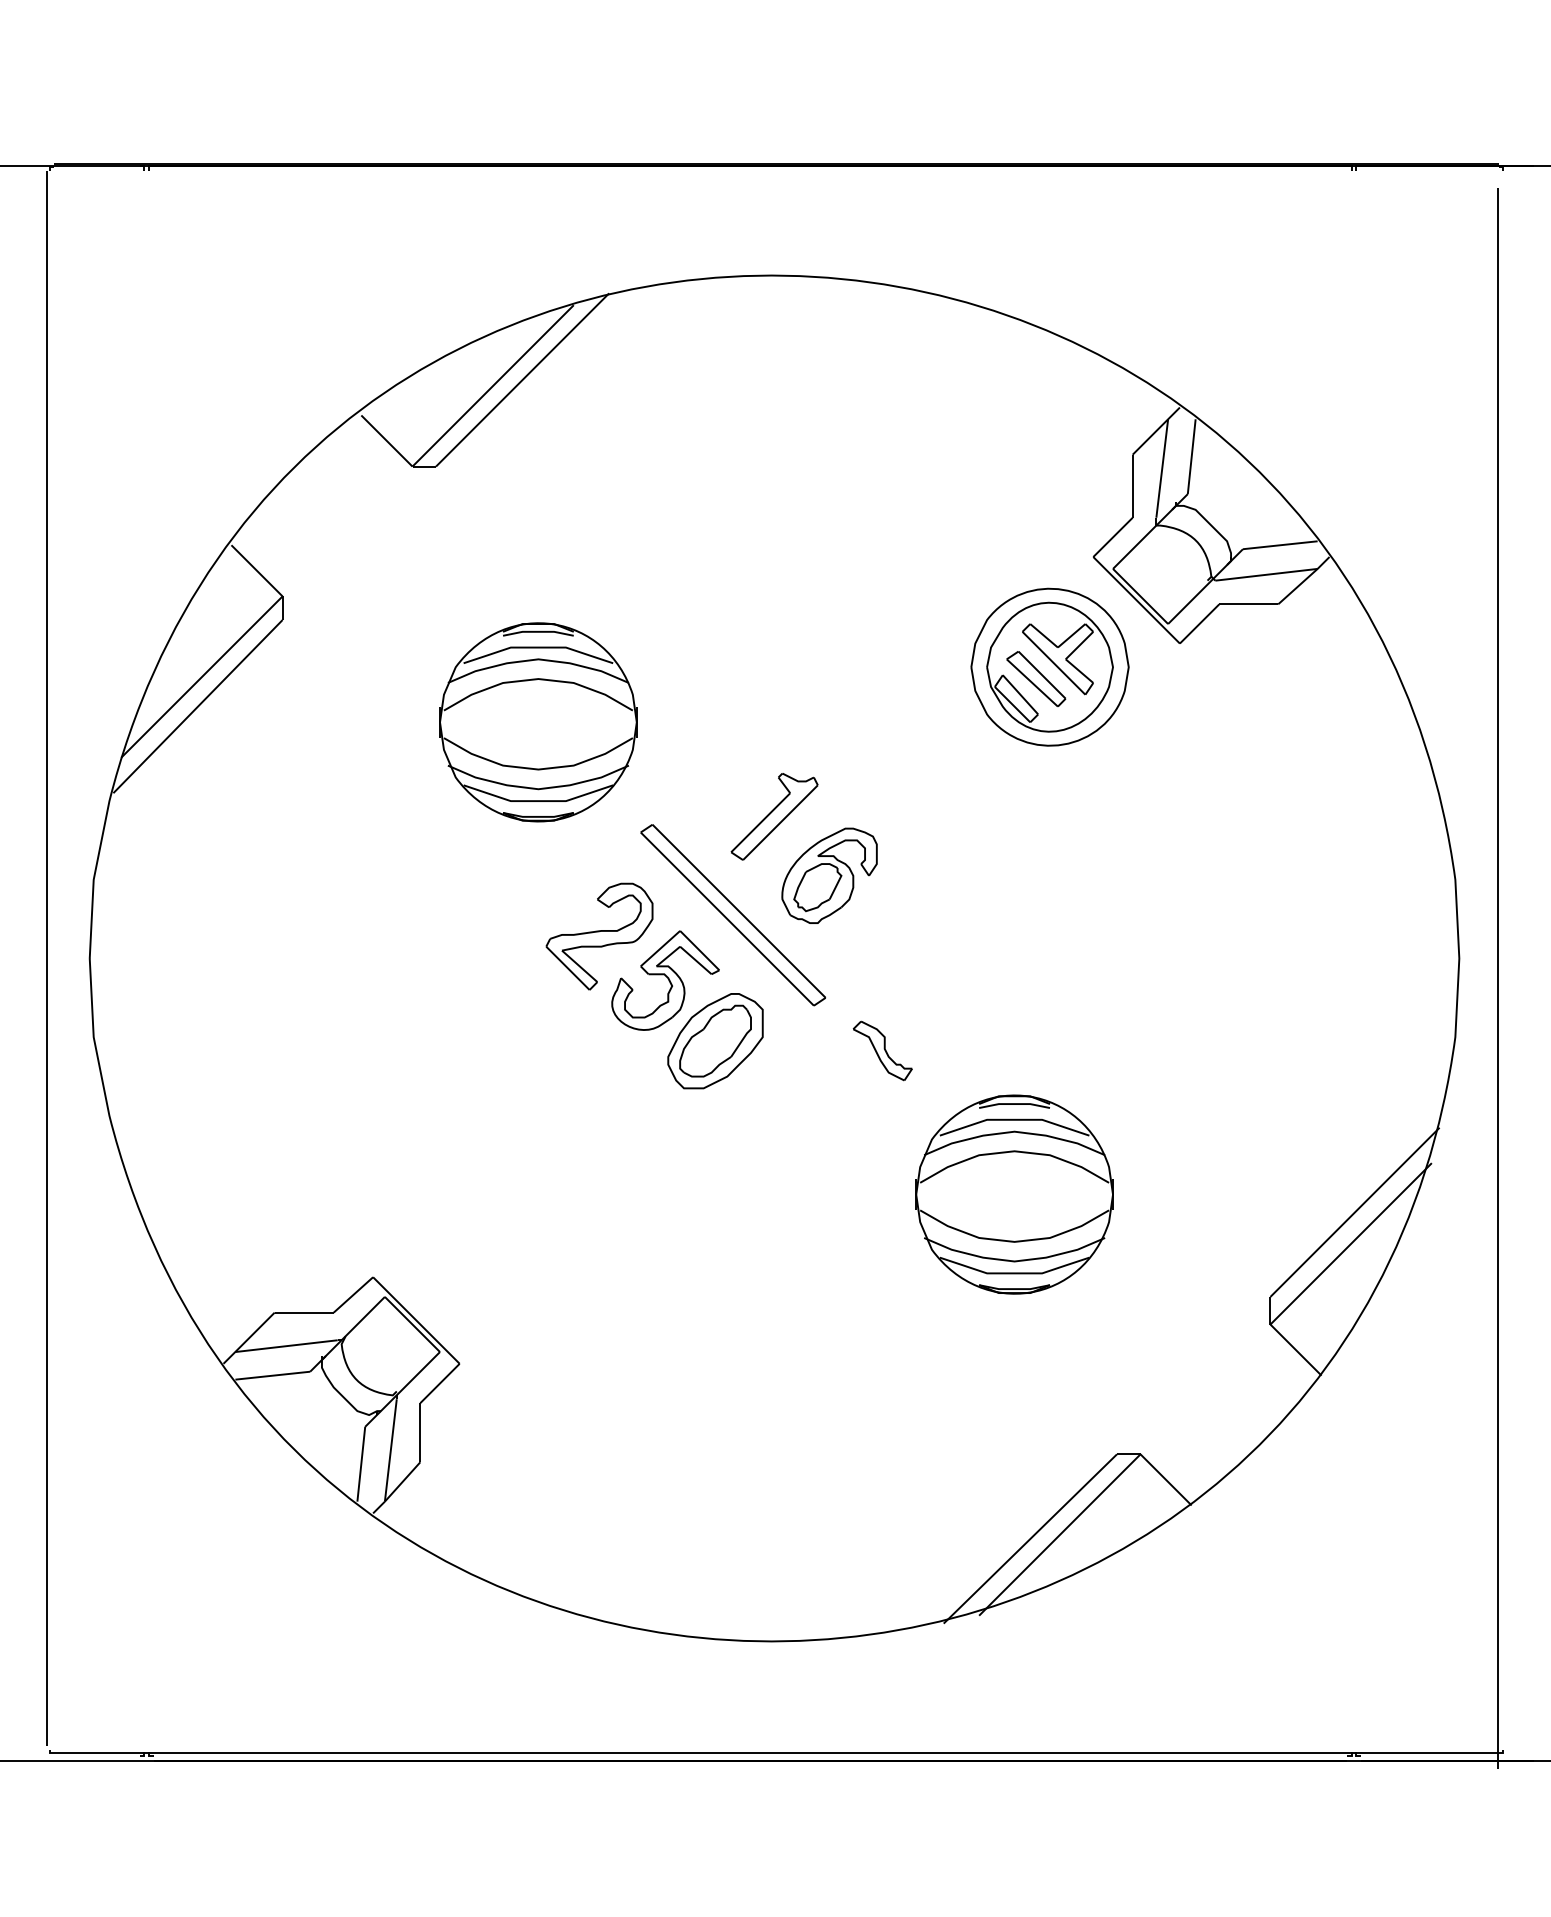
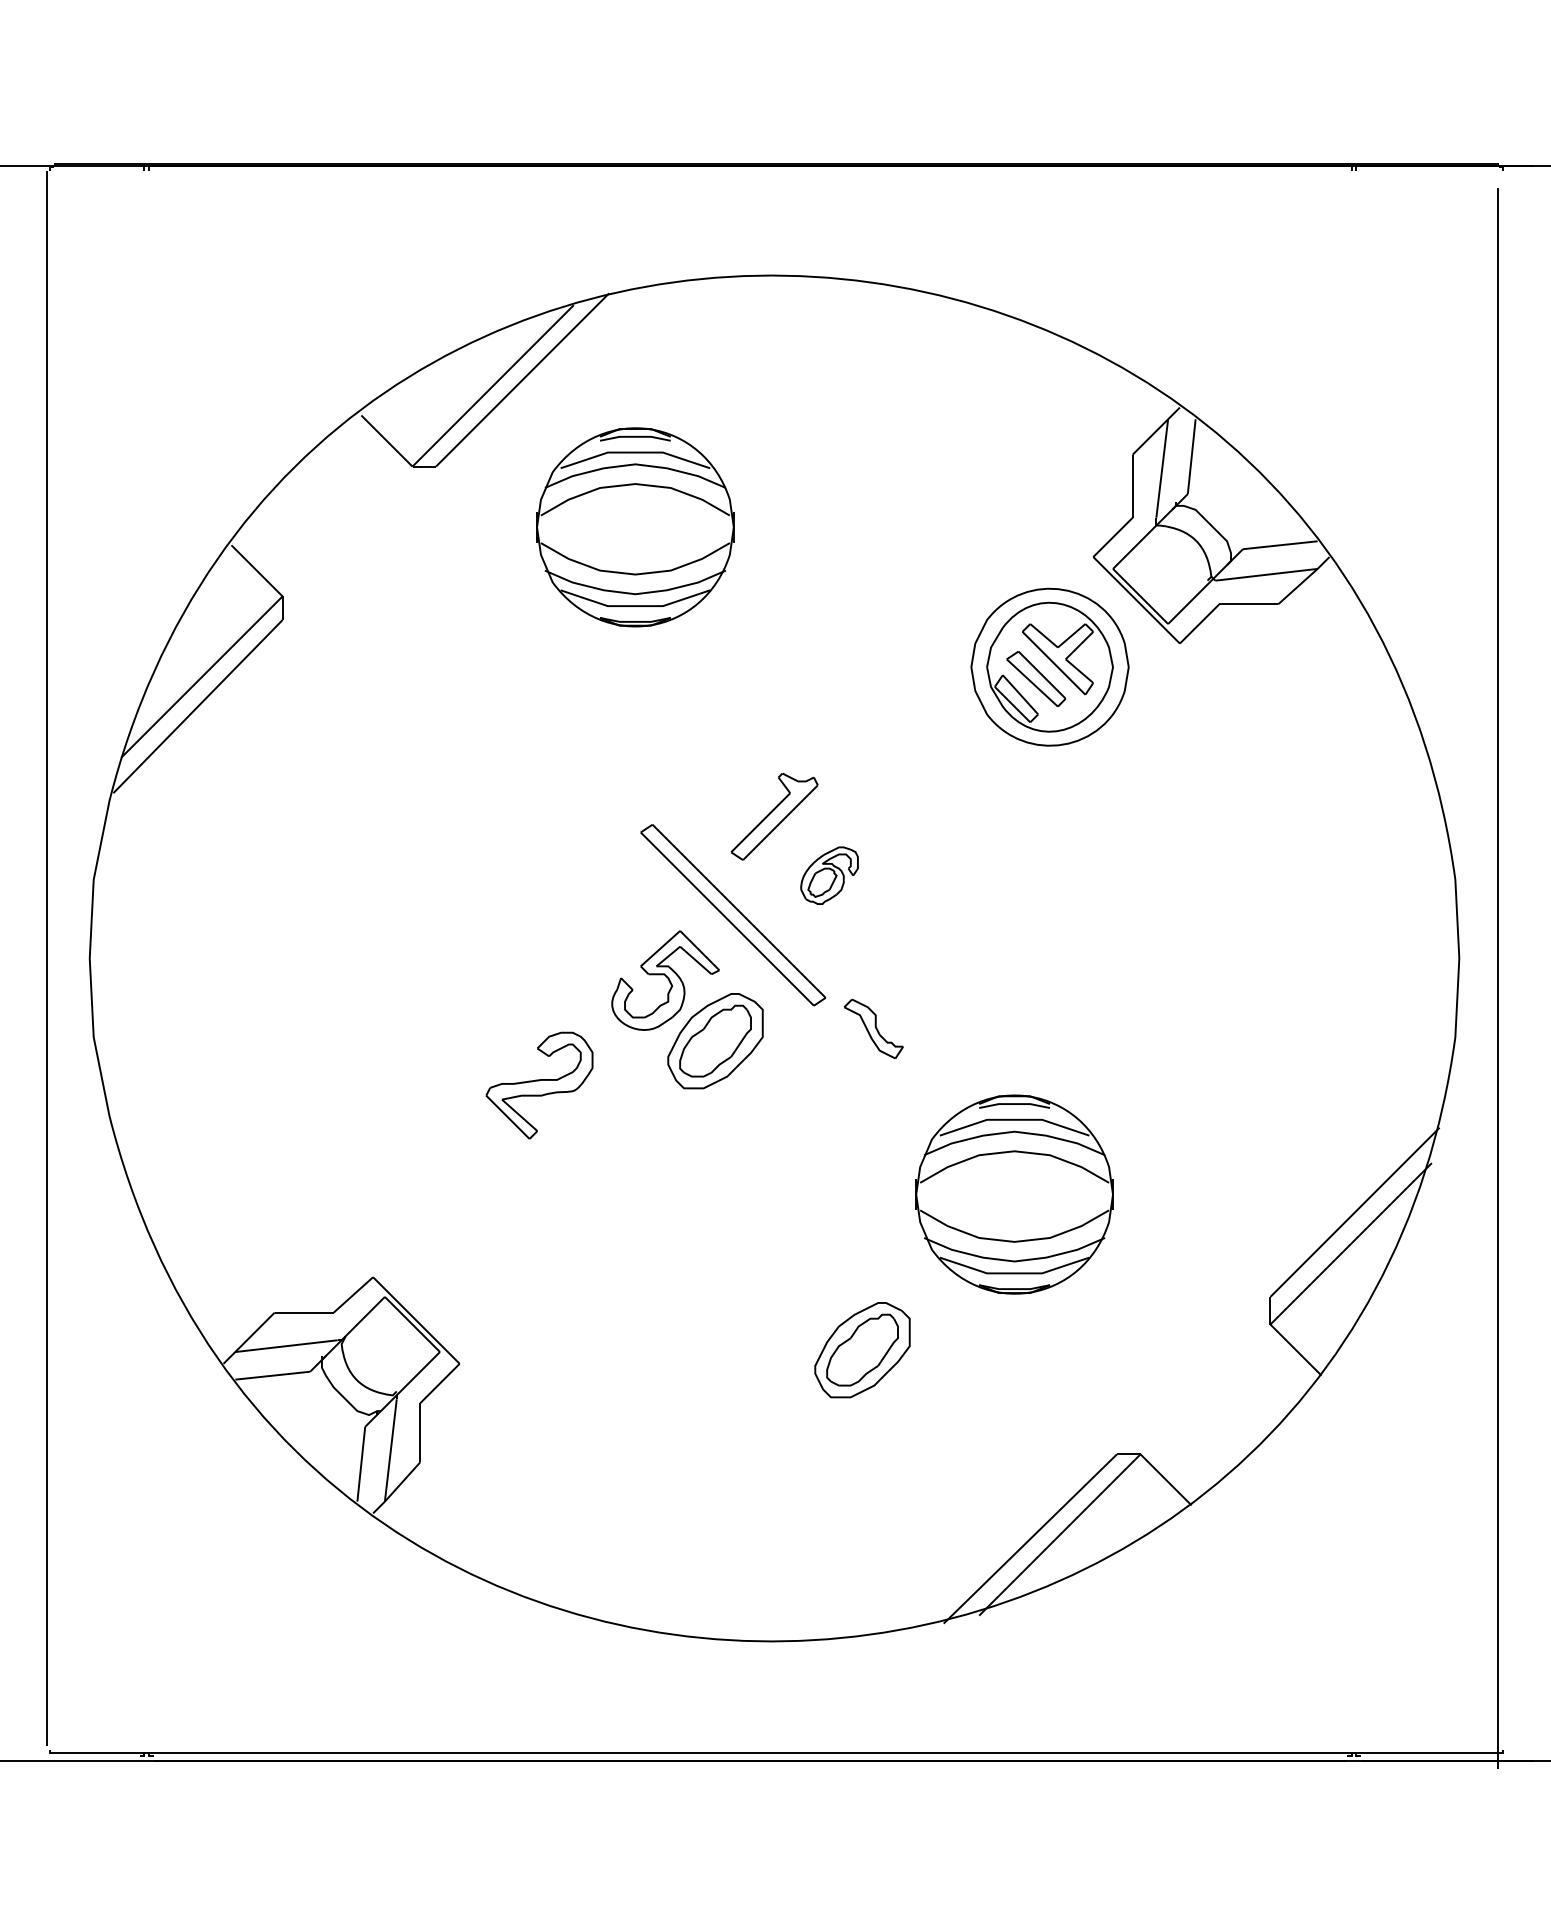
part at (538, 722) position: (538, 722) -> (635, 527)
part at (829, 875) size: 97x97 px -> 59x59 px
part at (599, 936) position: (599, 936) -> (539, 1085)
part at (882, 1050) position: (882, 1050) -> (873, 1028)
part at (862, 1350): none -> present
